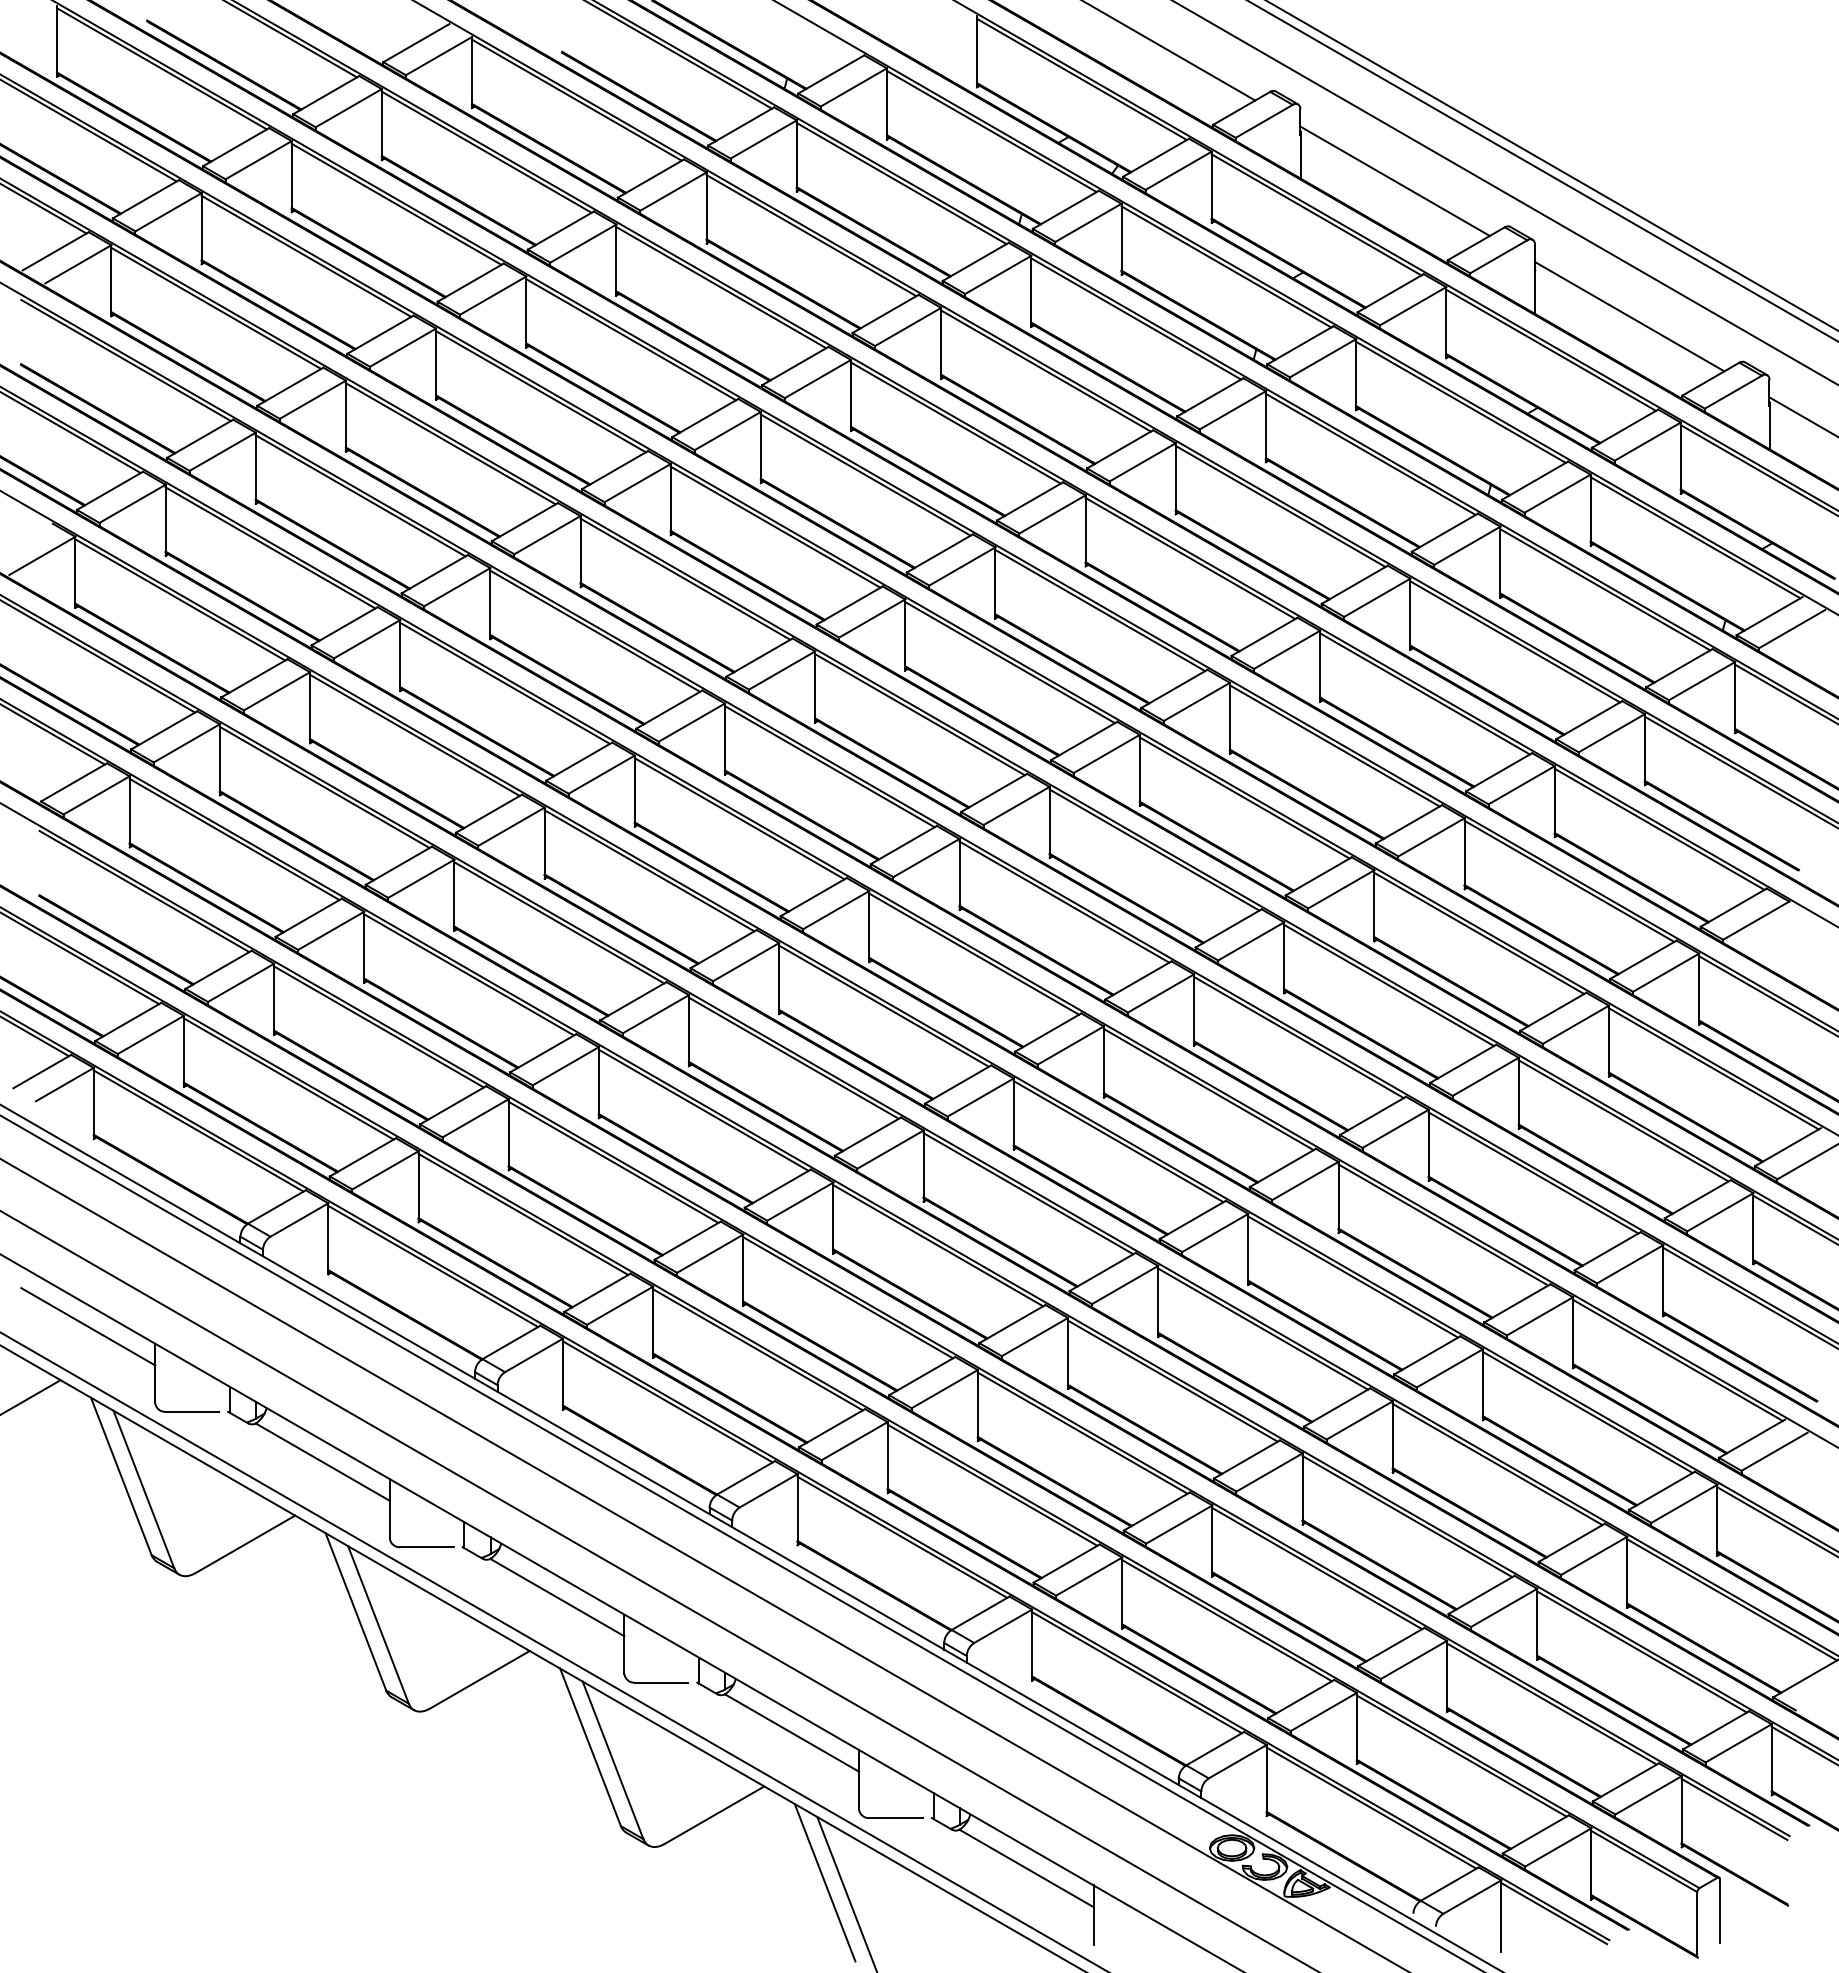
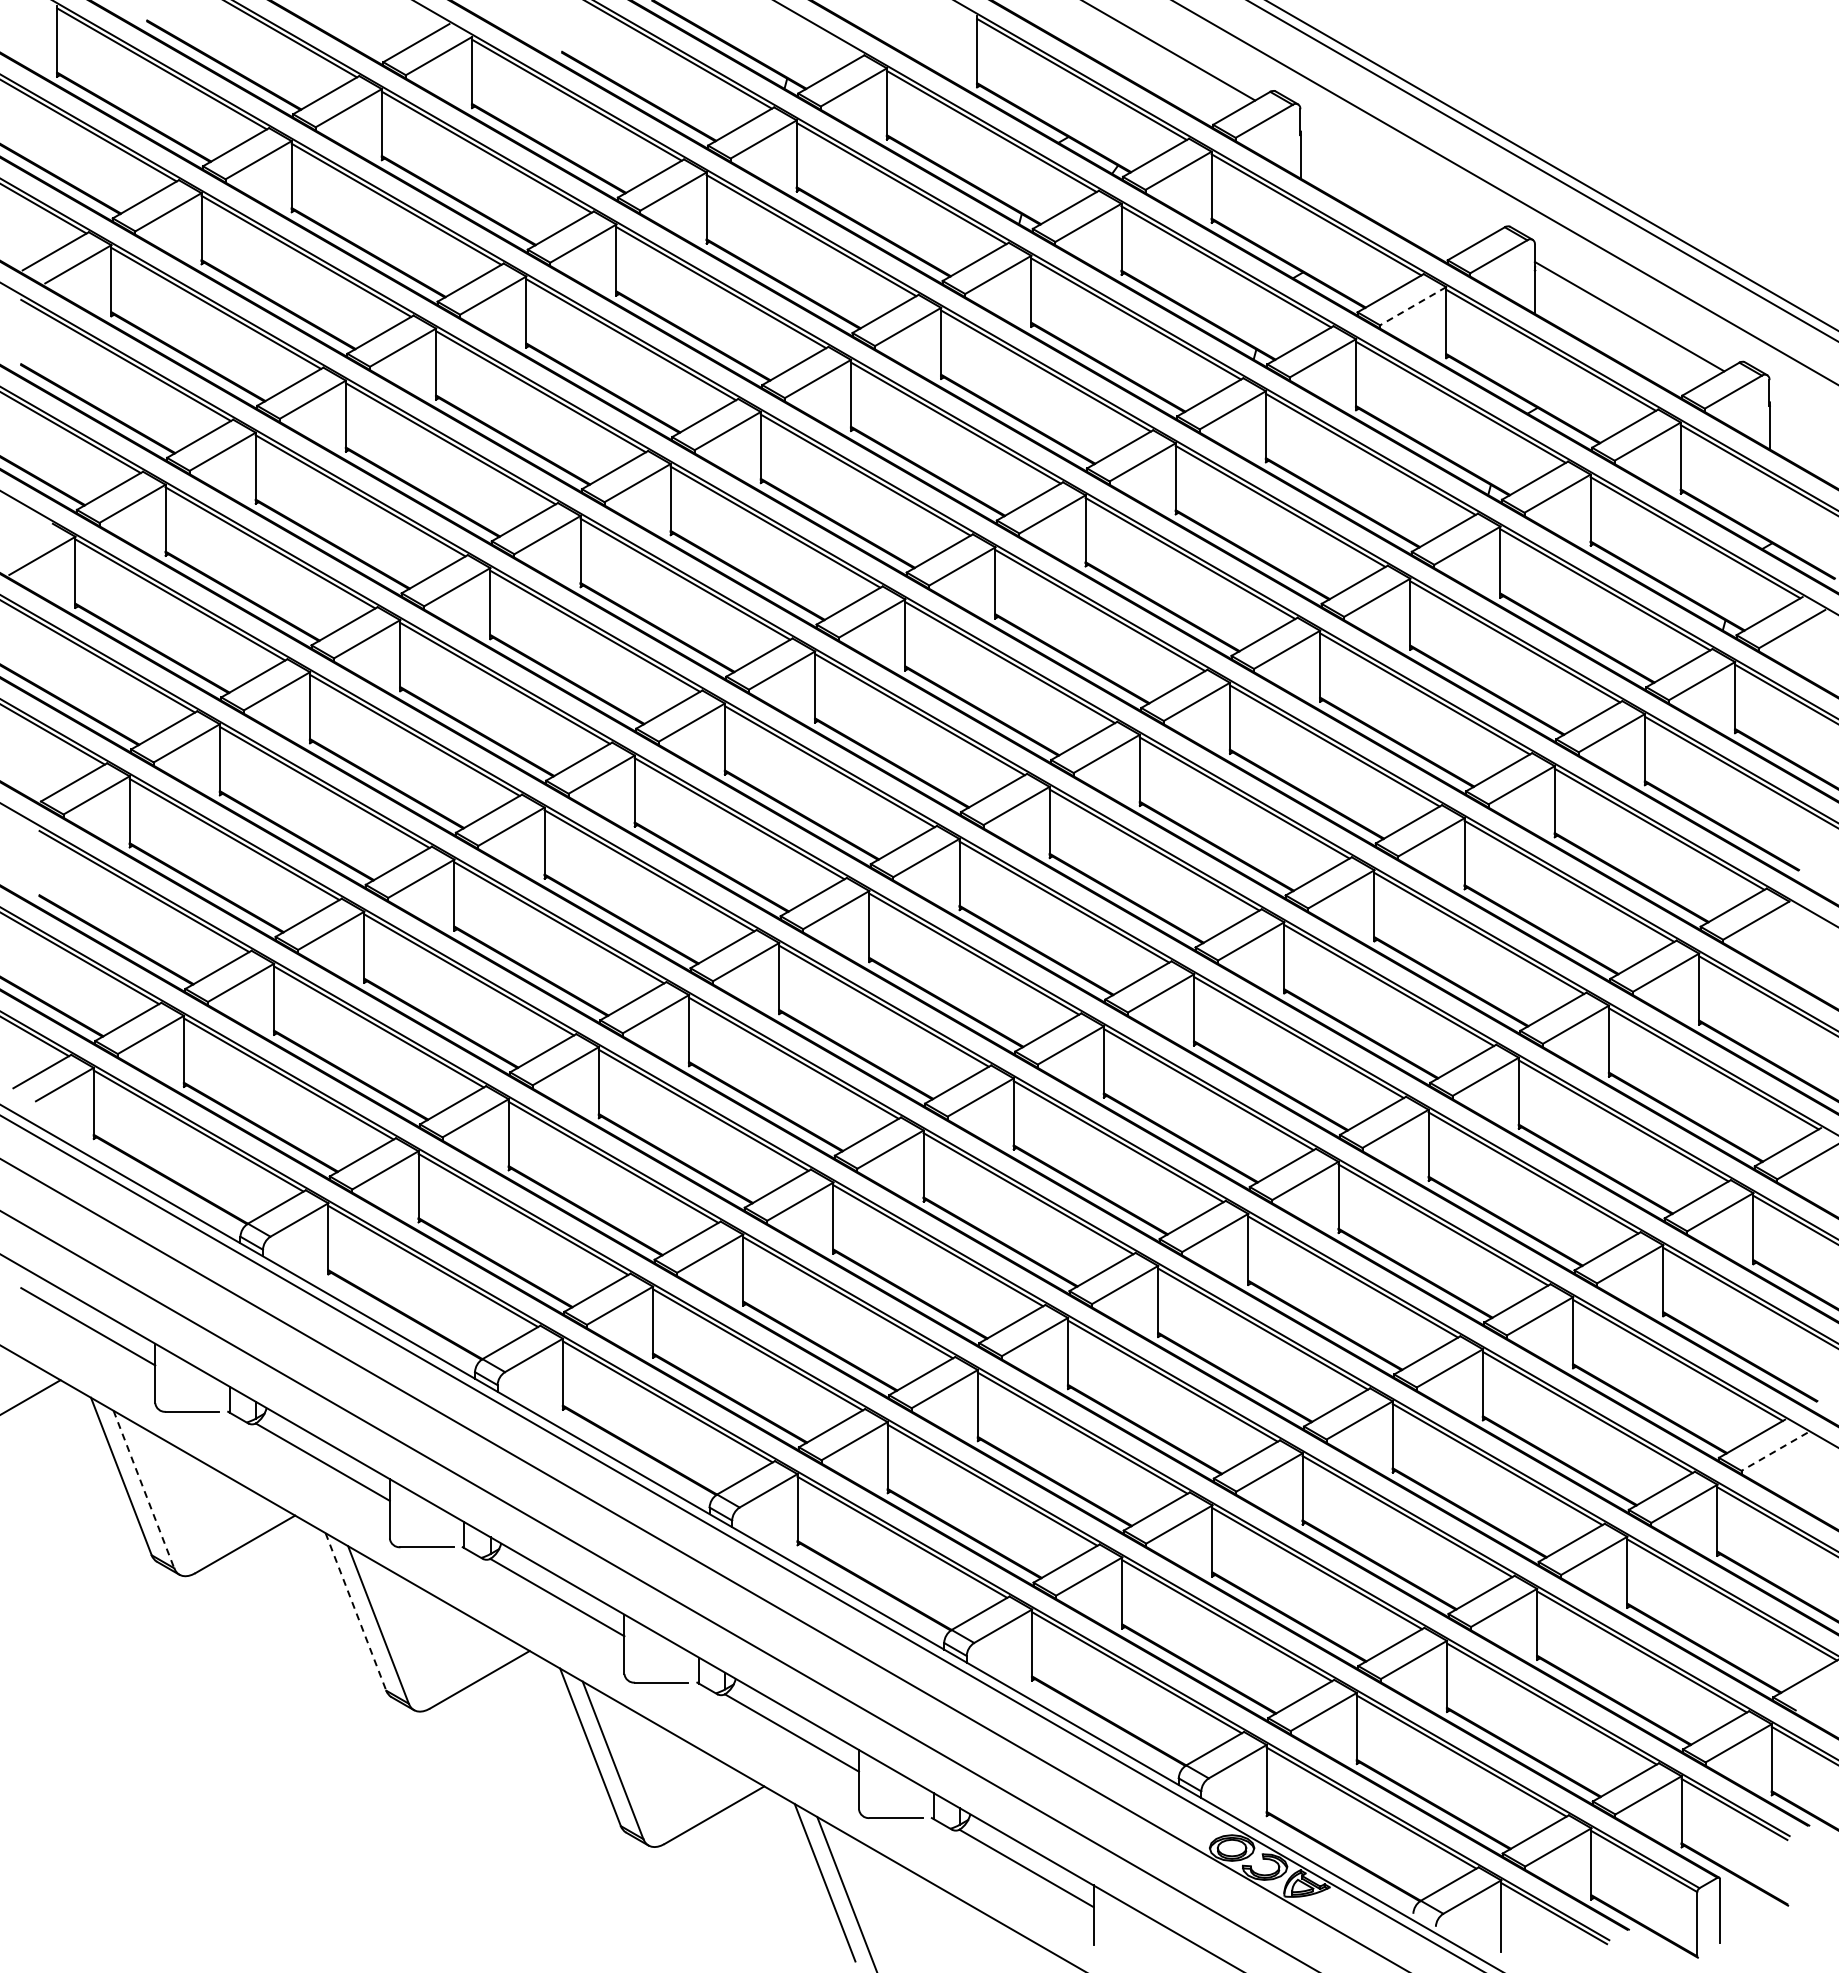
line at (1394, 180): present -> none
line at (1412, 306): solid -> dashed
line at (1802, 416): present -> none
line at (1774, 1452): solid -> dashed
line at (144, 1490): solid -> dashed
line at (356, 1612): solid -> dashed
line at (553, 1651): present -> none
